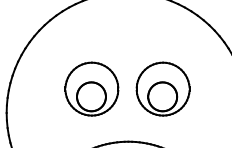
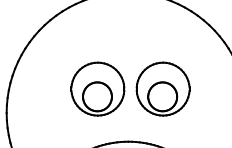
part at (91, 88) position: (91, 88) -> (97, 88)
